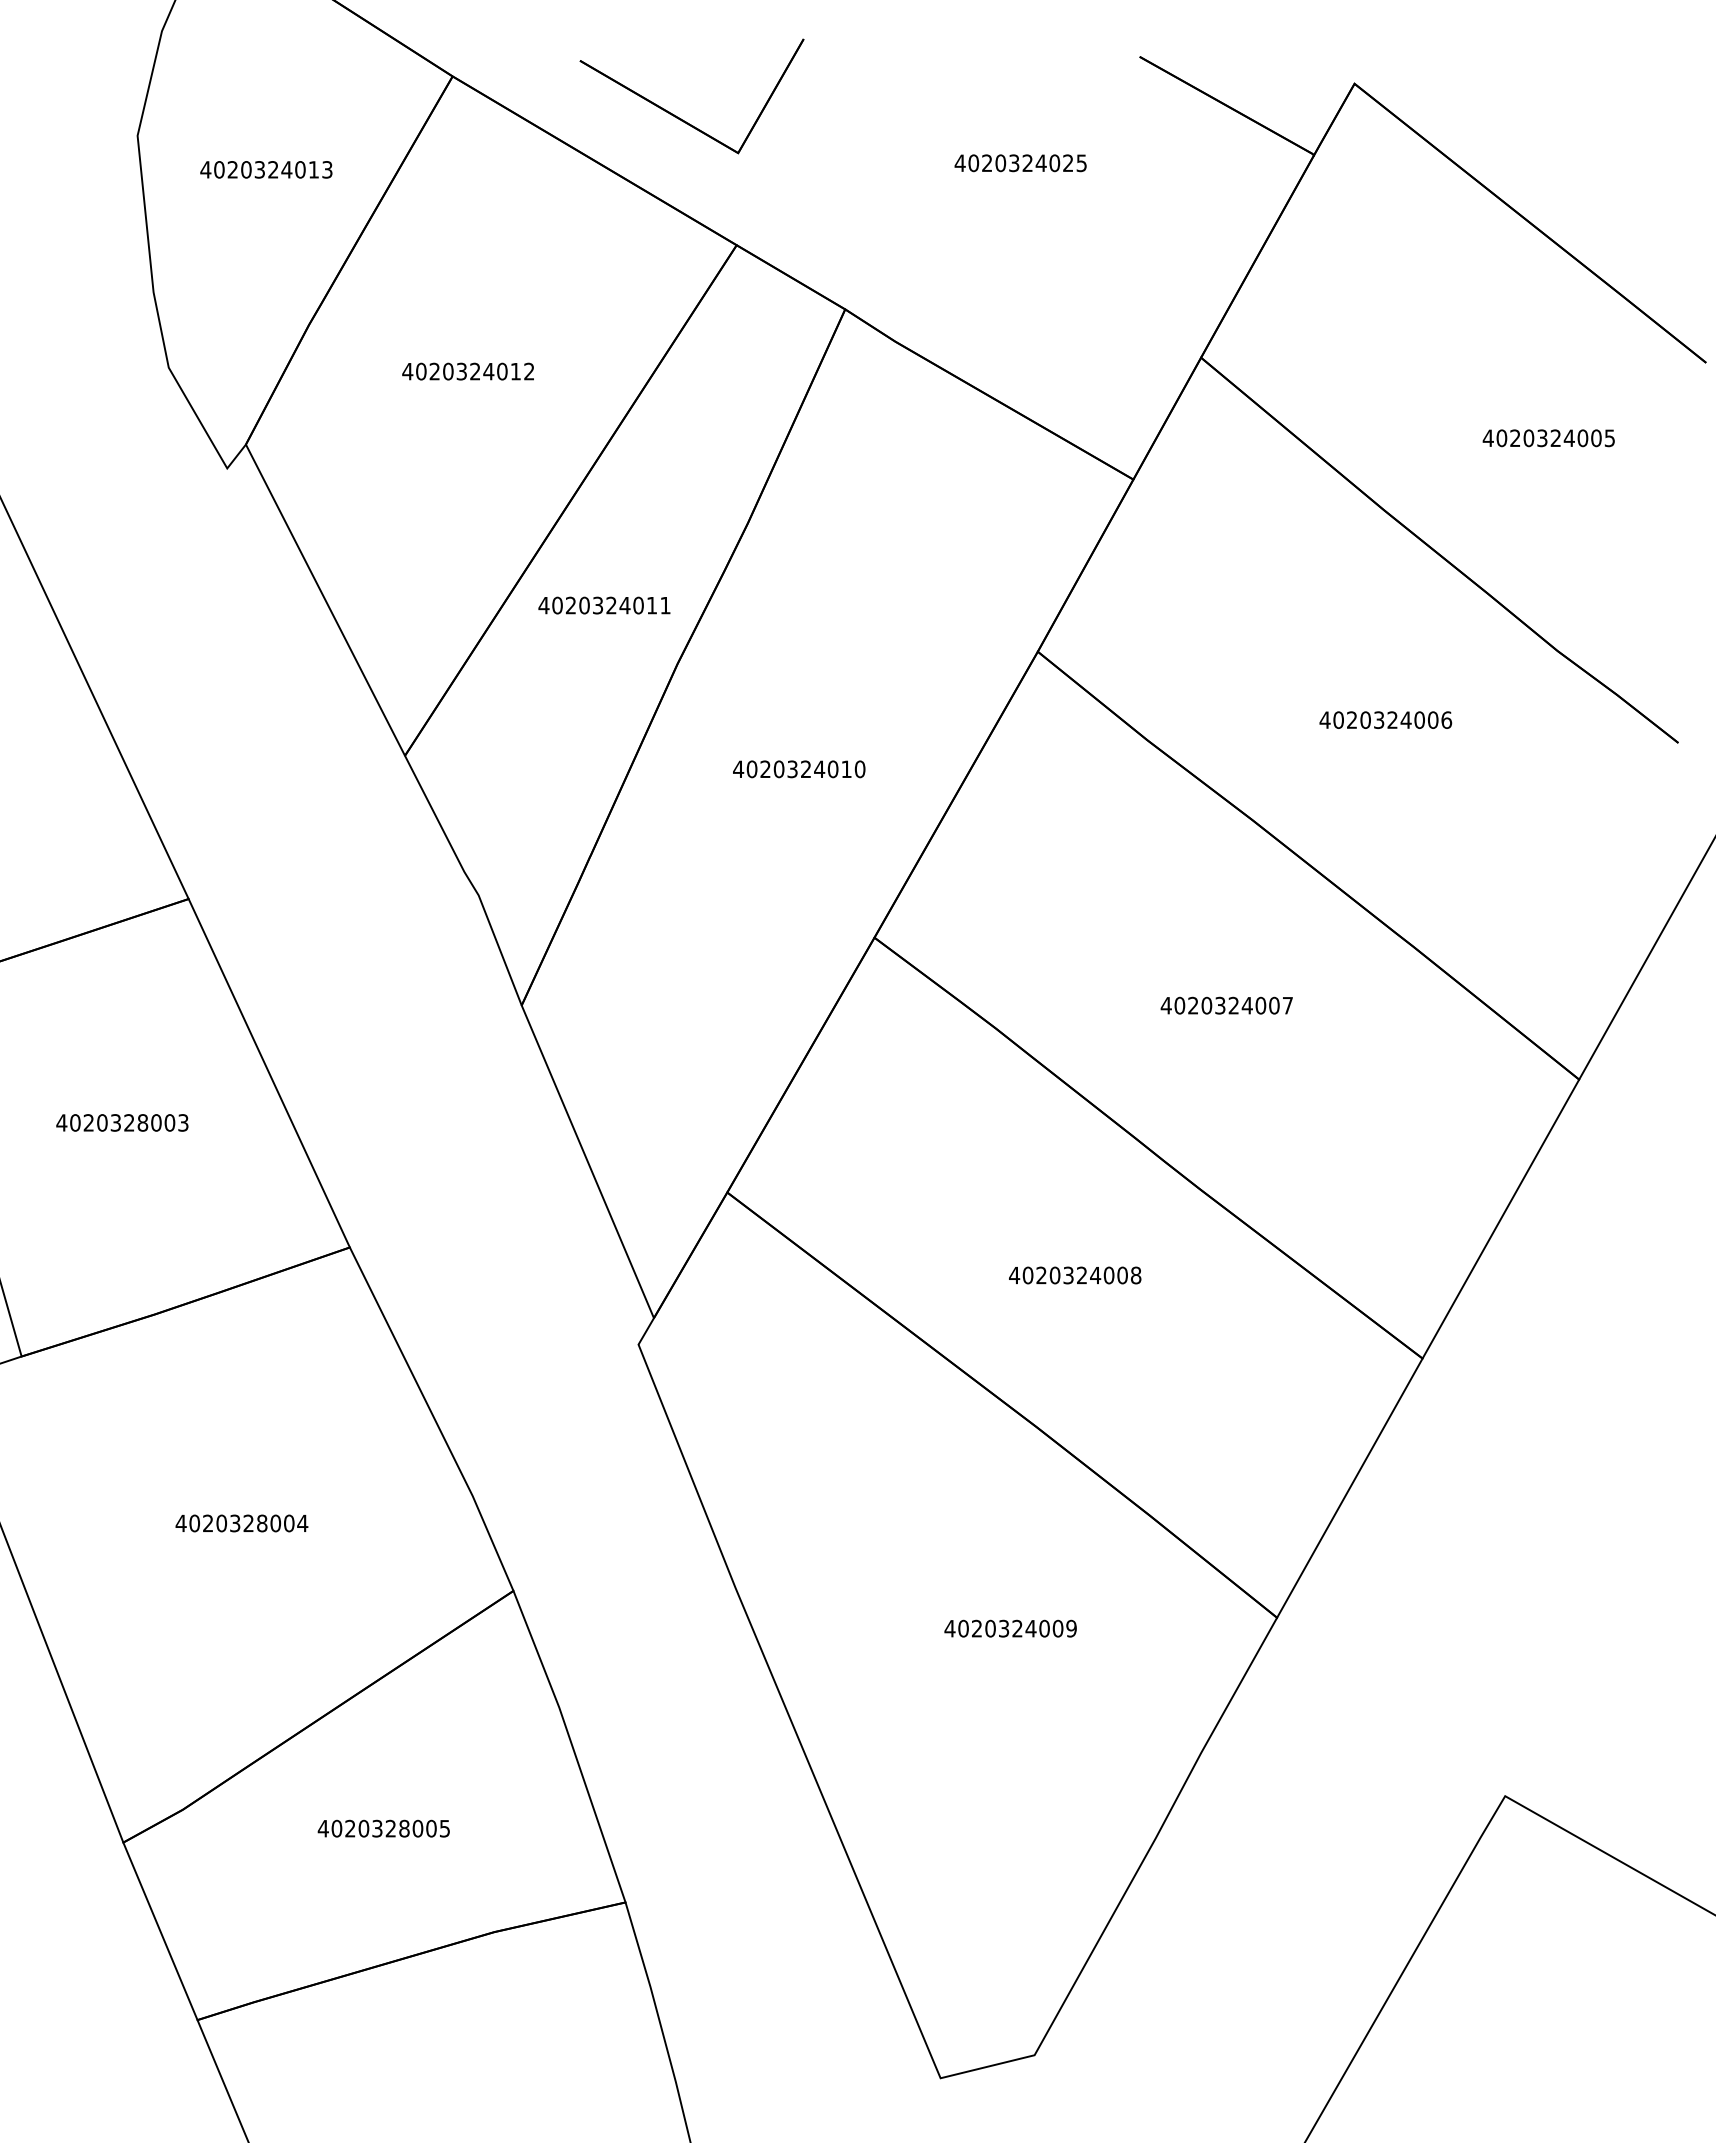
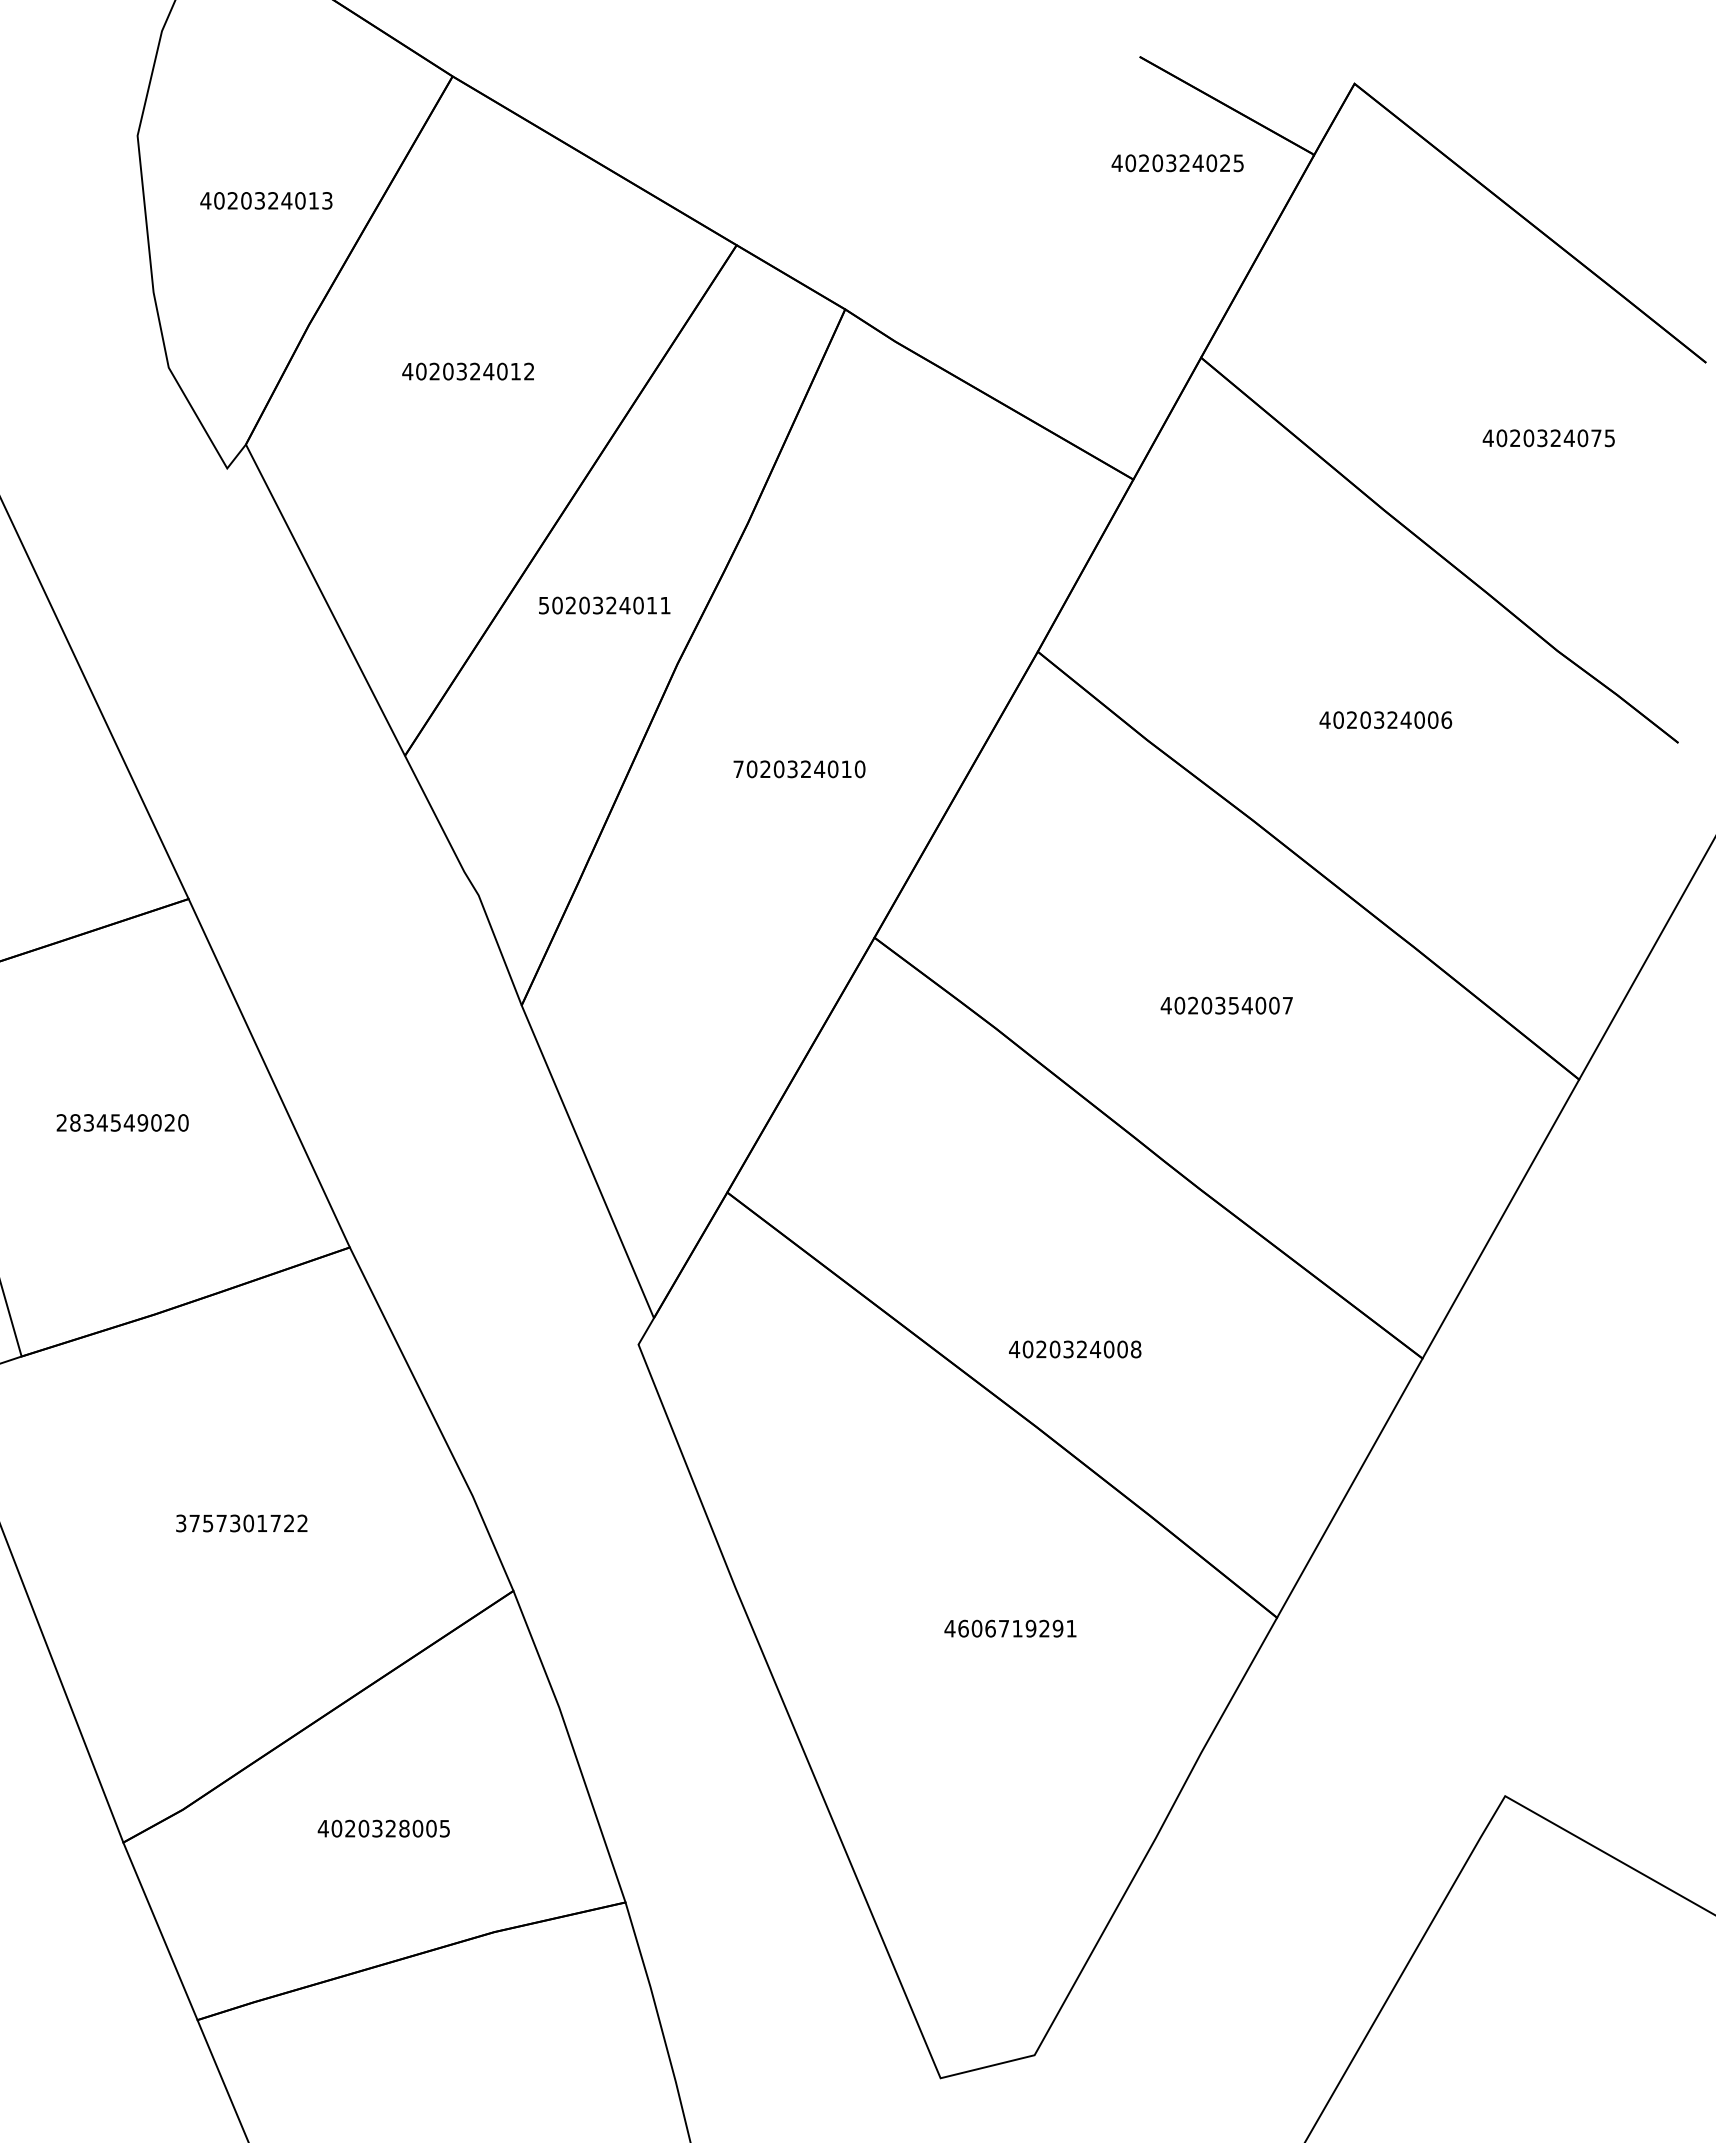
part at (681, 118): present -> none
text at (1020, 163) position: (1020, 163) -> (1177, 163)
text at (266, 169) position: (266, 169) -> (266, 200)
text at (1596, 438): 4020324005 -> 4020324075
text at (543, 605): 4020324011 -> 5020324011
text at (738, 768): 4020324010 -> 7020324010
text at (1233, 1005): 4020324007 -> 4020354007
text at (122, 1122): 4020328003 -> 2834549020
text at (1075, 1275) position: (1075, 1275) -> (1075, 1349)
text at (241, 1523): 4020328004 -> 3757301722
text at (1017, 1628): 4020324009 -> 4606719291
